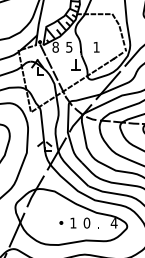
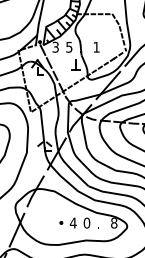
text at (55, 46): 8 -> 3
text at (72, 222): 1 -> 4
text at (113, 222): 4 -> 8
